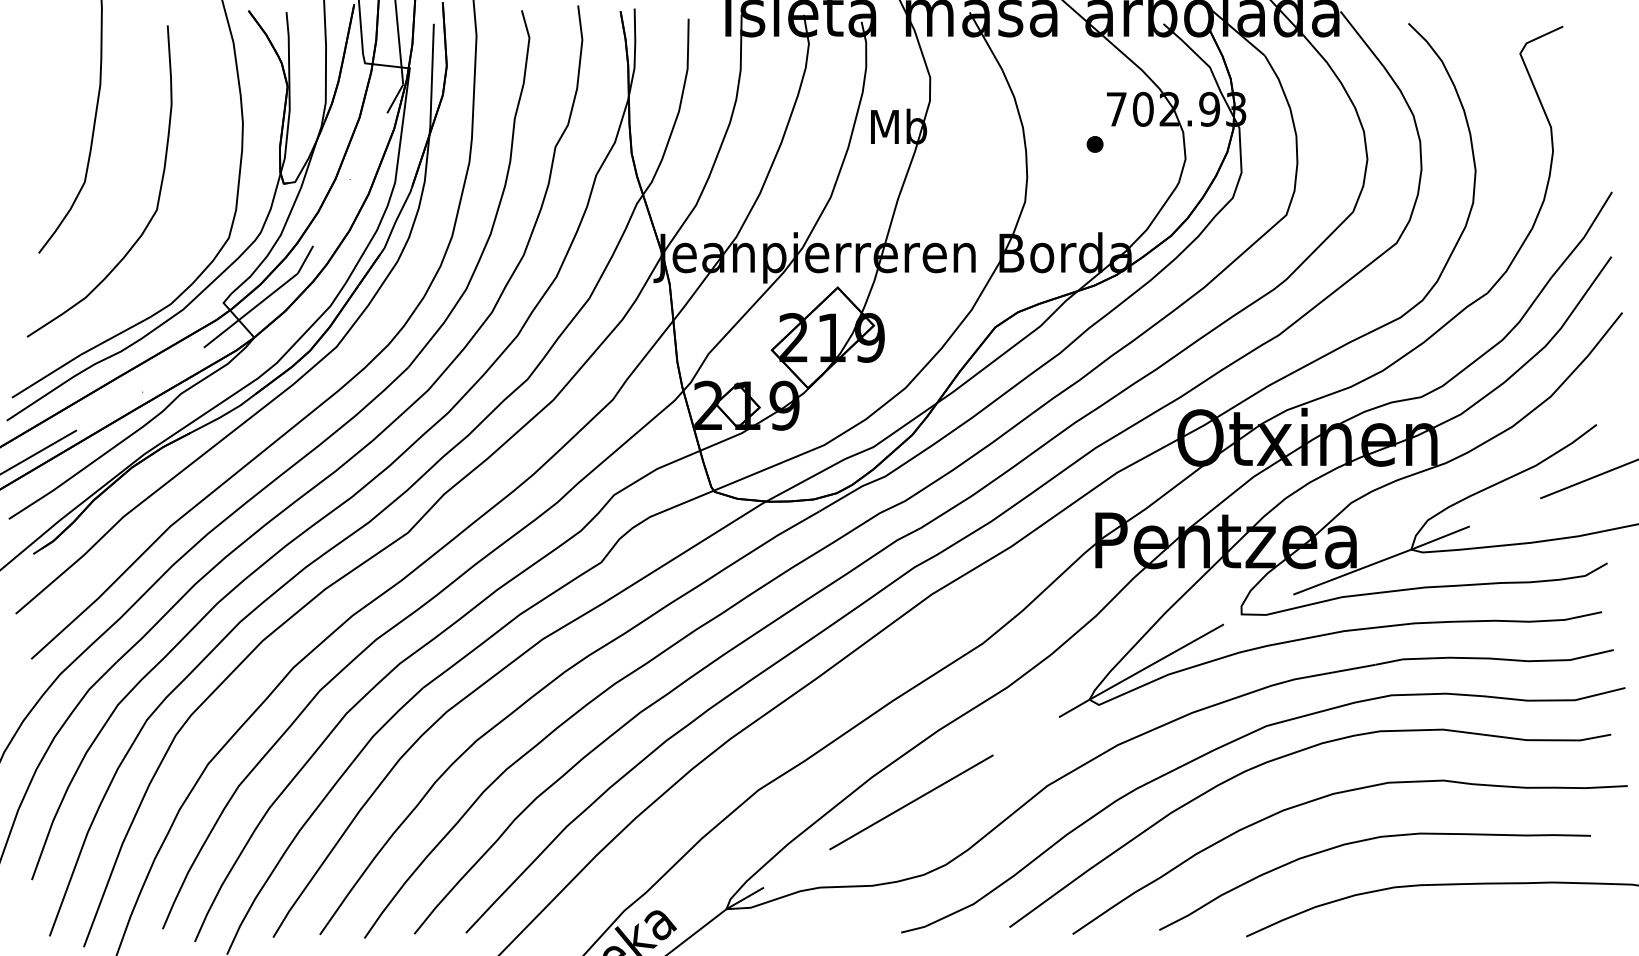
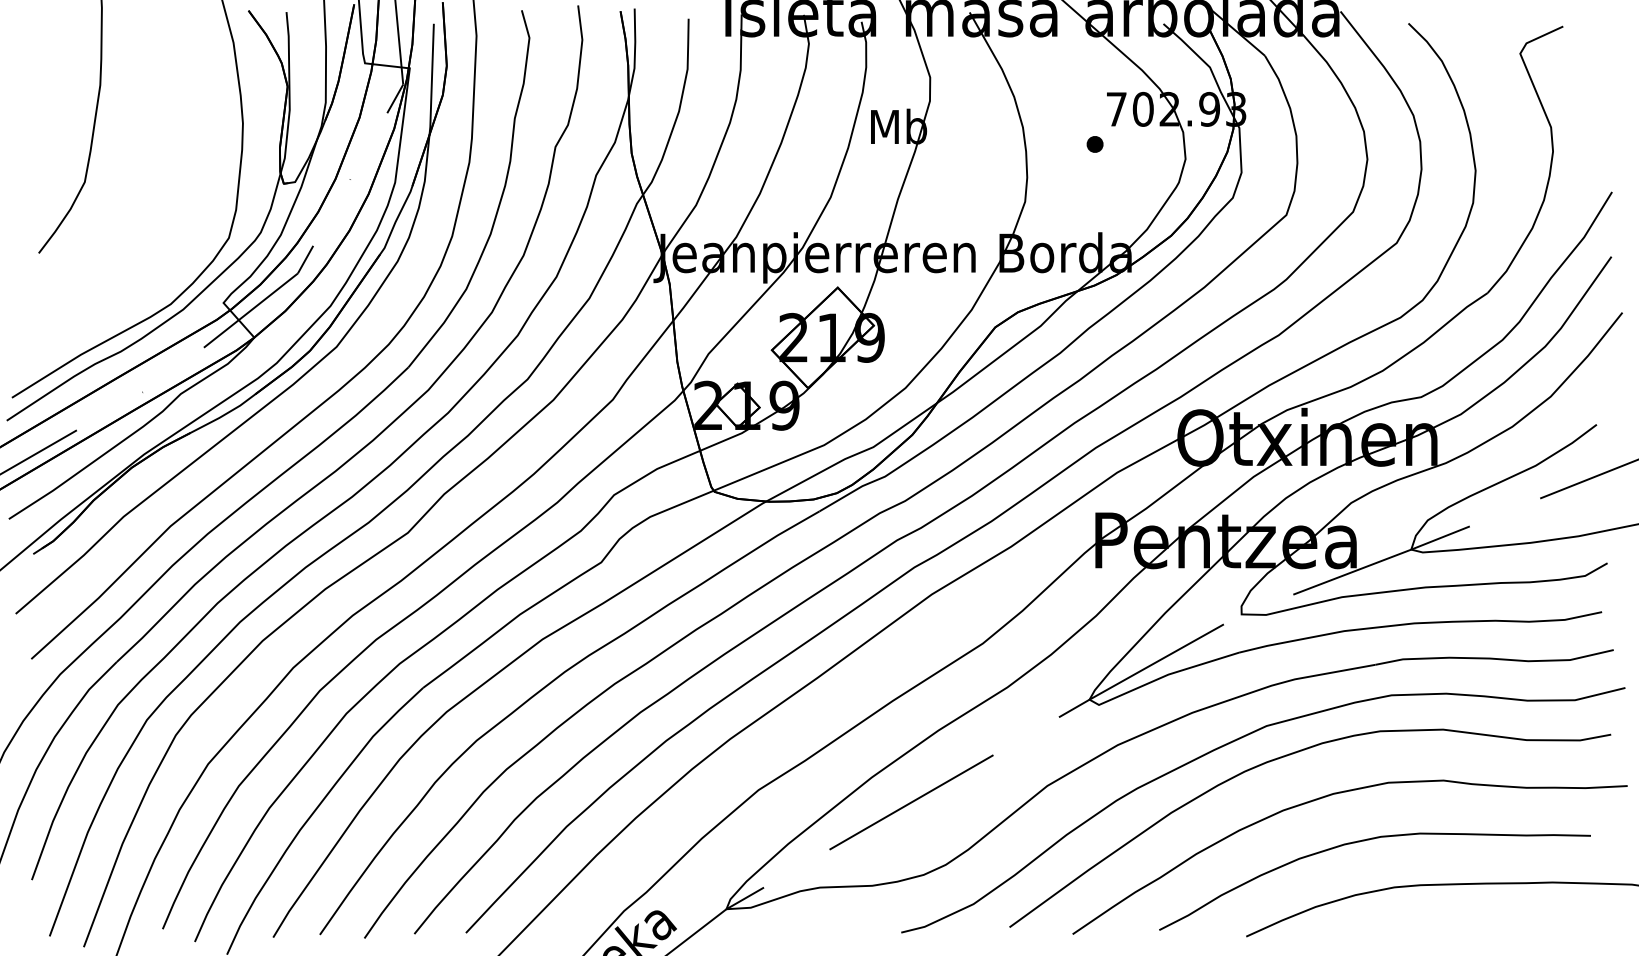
curve at (158, 194): present -> none
